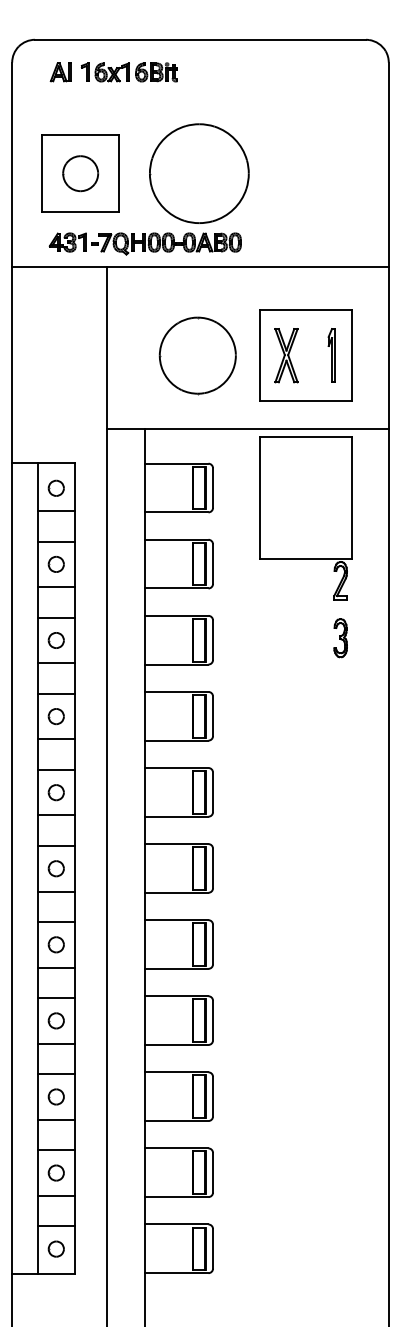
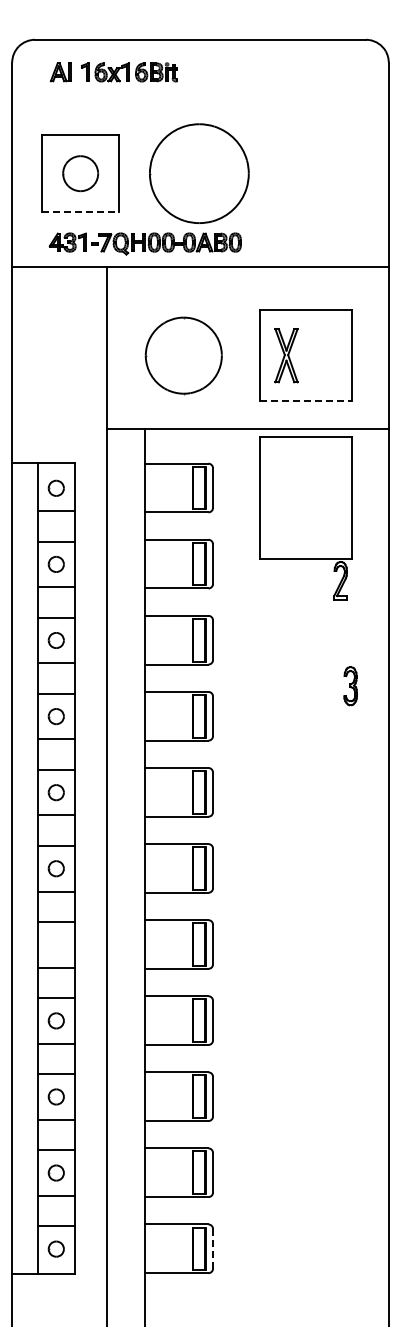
line at (80, 212): solid -> dashed
part at (197, 355) position: (197, 355) -> (183, 355)
part at (331, 355): present -> none
line at (305, 401): solid -> dashed
part at (340, 638) position: (340, 638) -> (350, 686)
part at (55, 944): present -> none
line at (213, 1248): solid -> dashed
